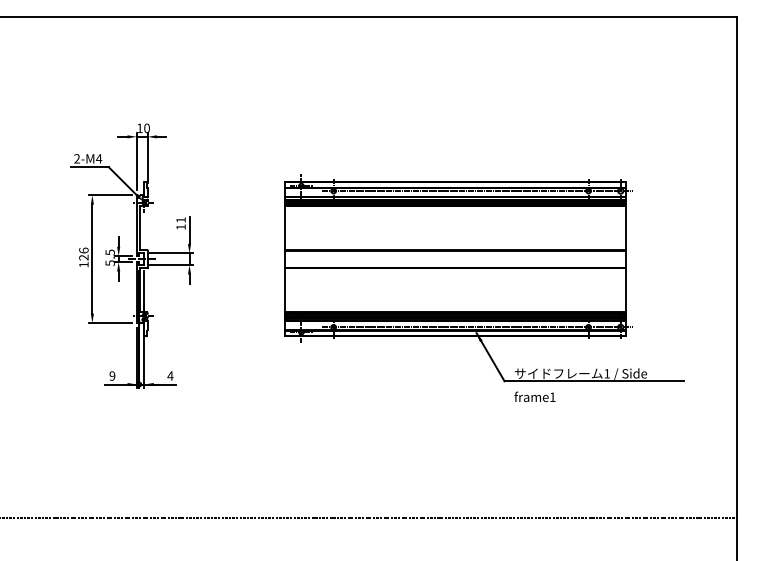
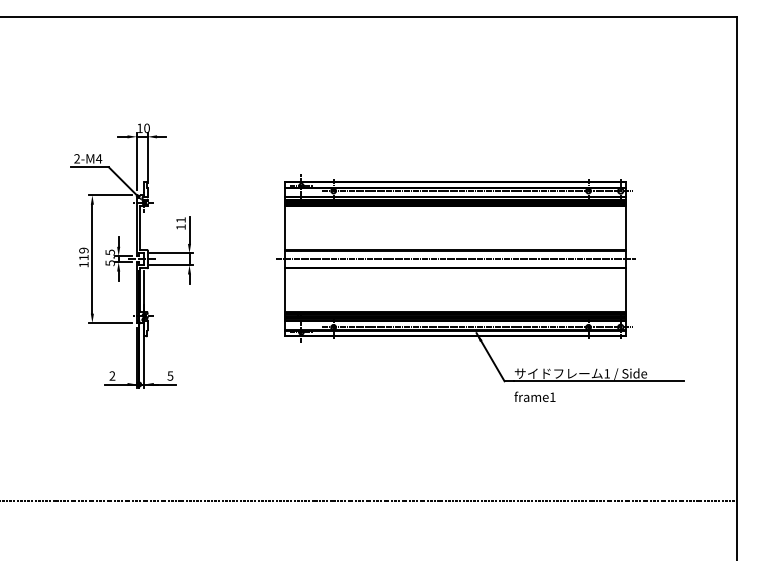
text at (83, 253): 126 -> 119
line at (455, 259): none -> present
text at (170, 375): 4 -> 5
text at (112, 376): 9 -> 2
line at (369, 518) position: (369, 518) -> (369, 501)
